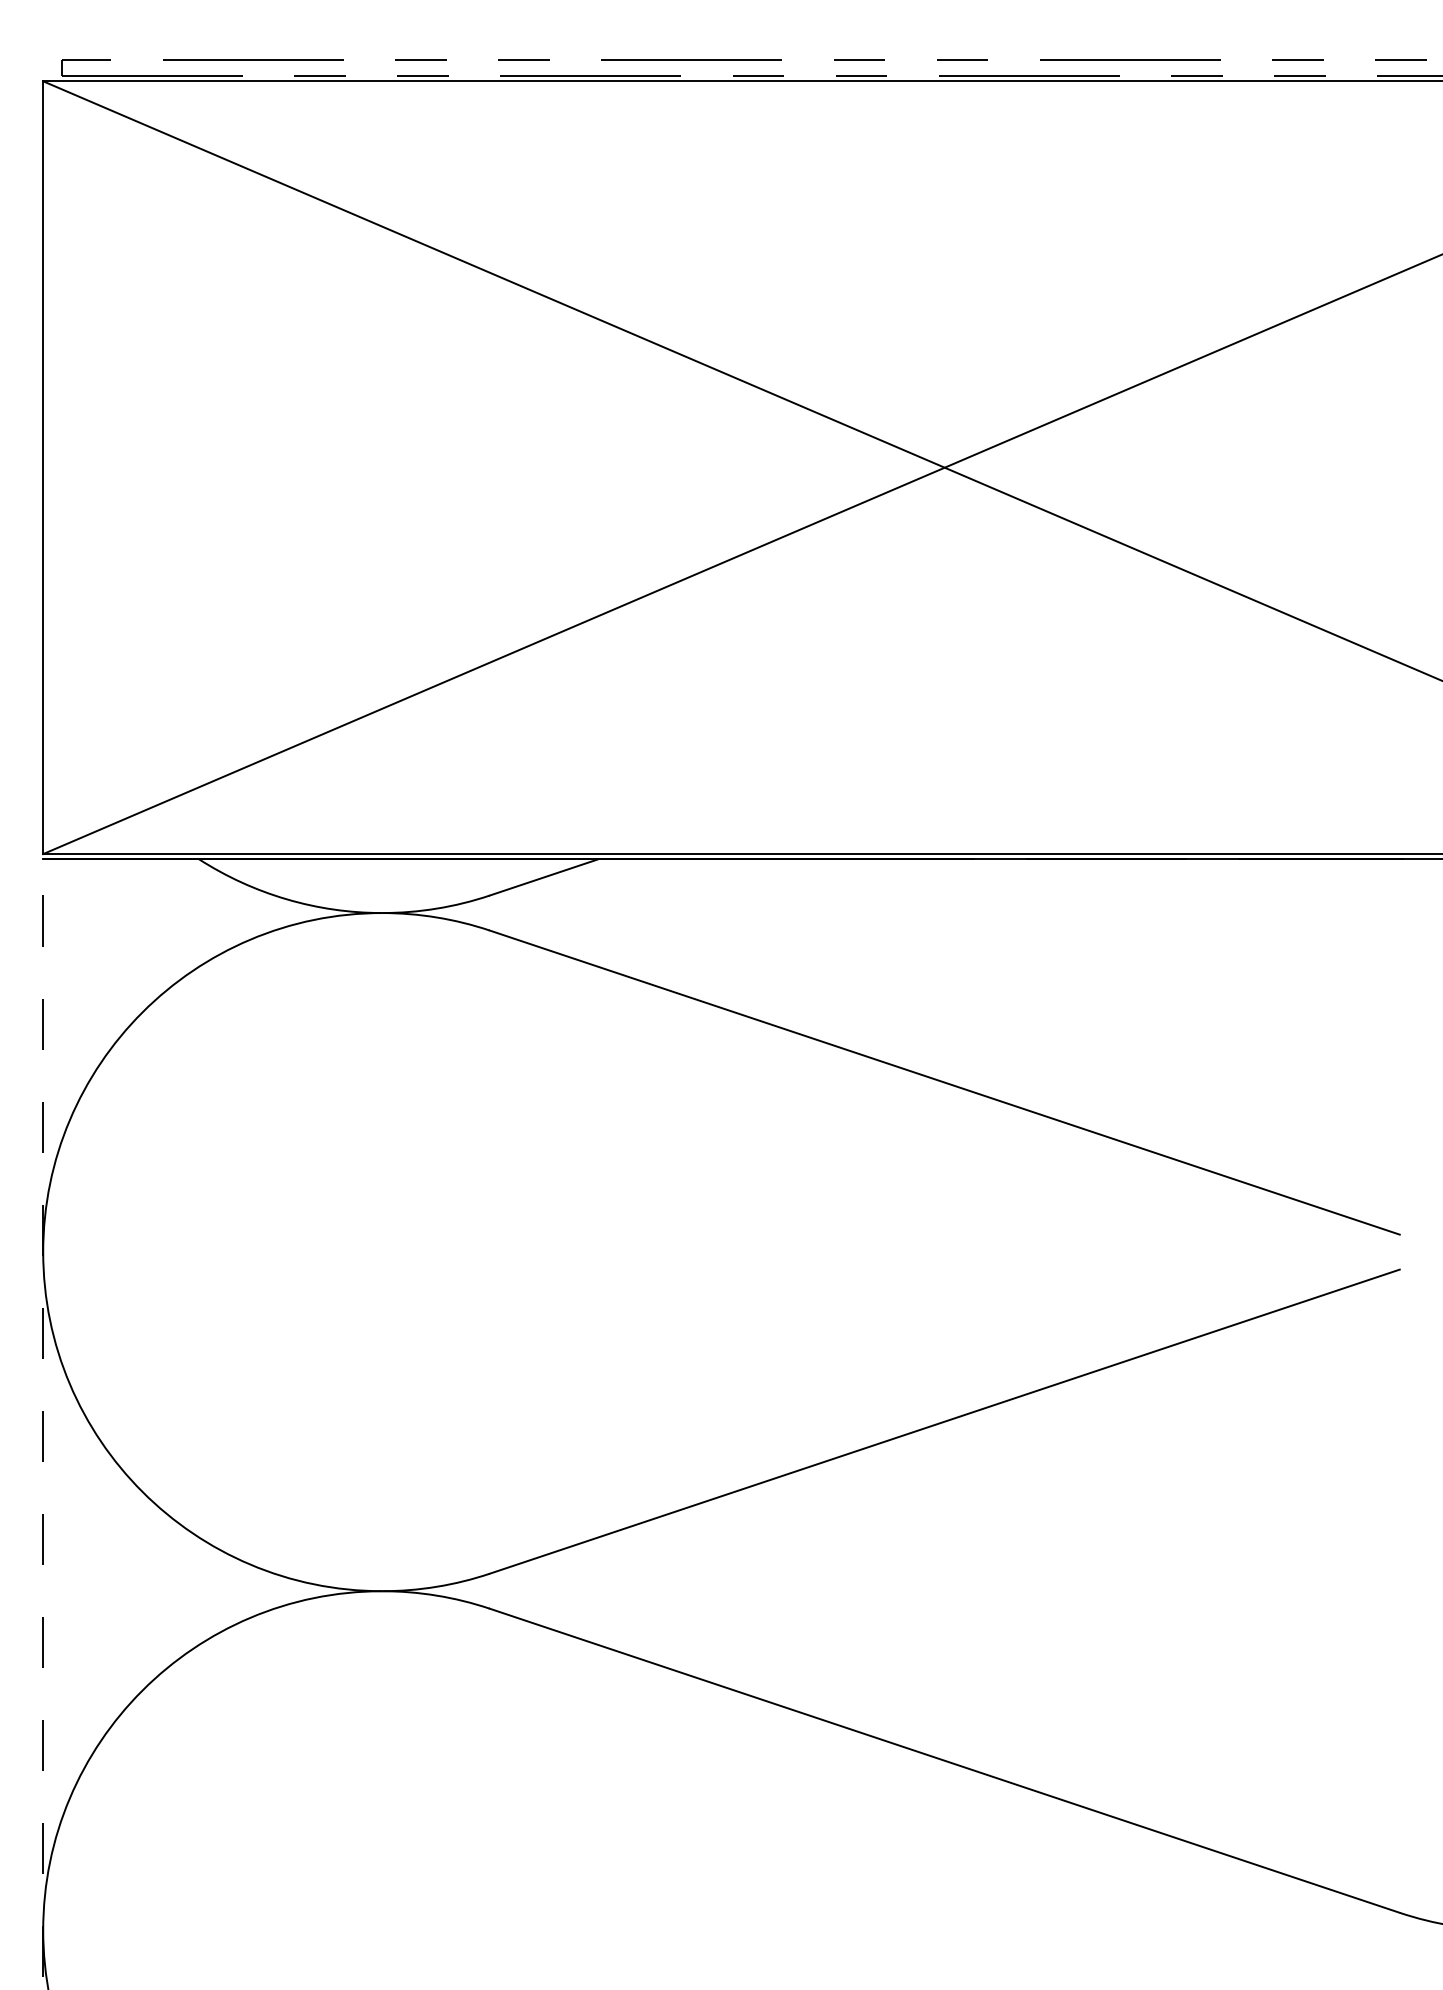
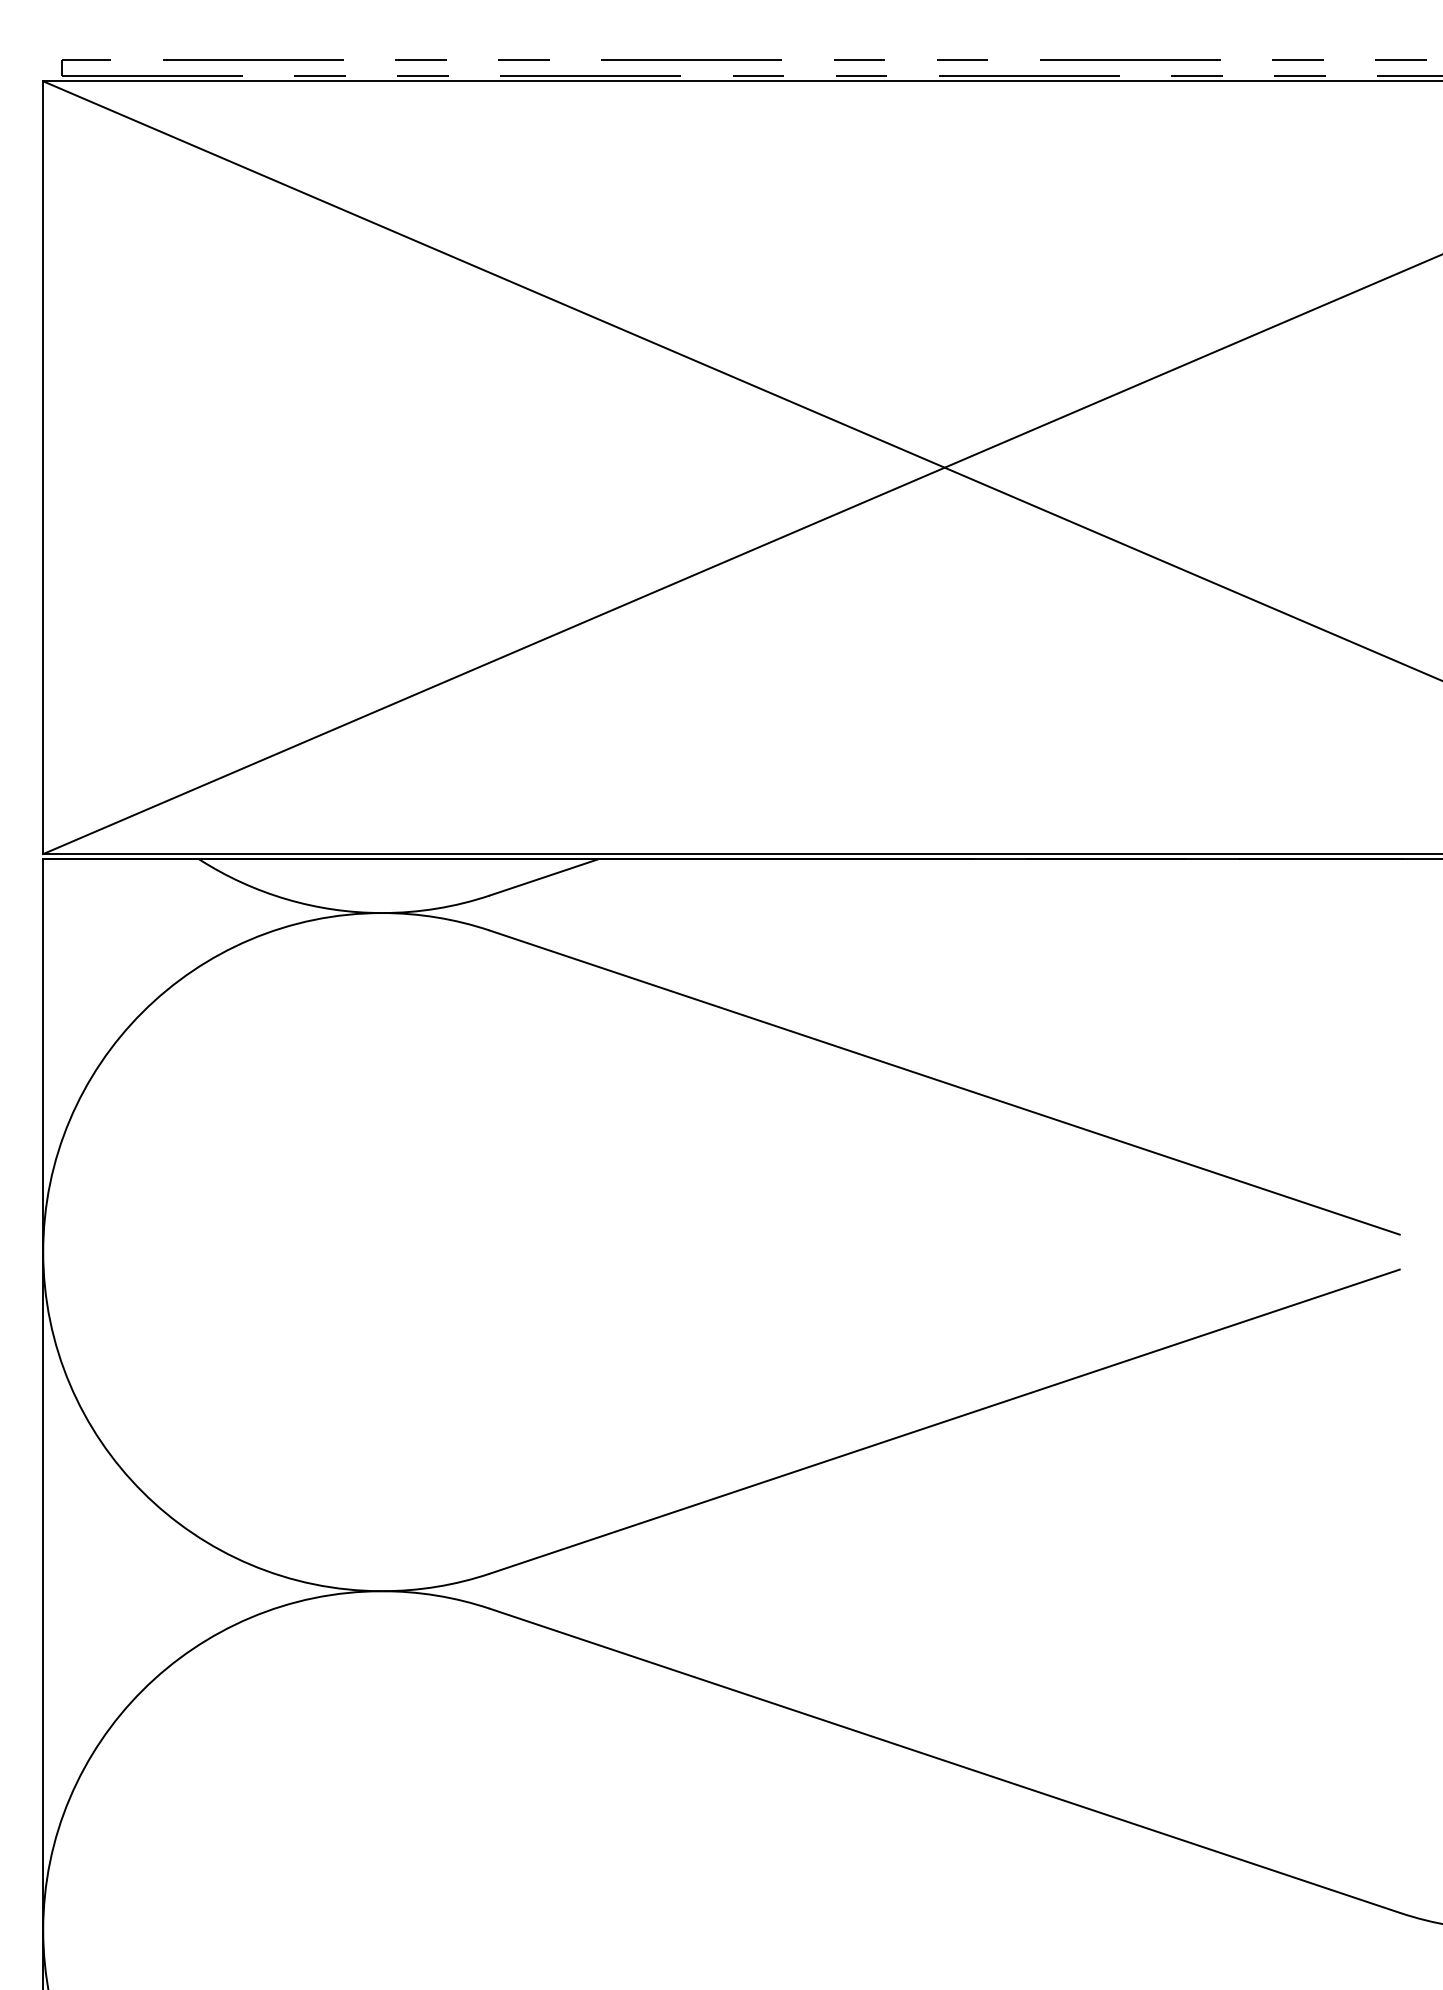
line at (43, 1423): dashed -> solid
